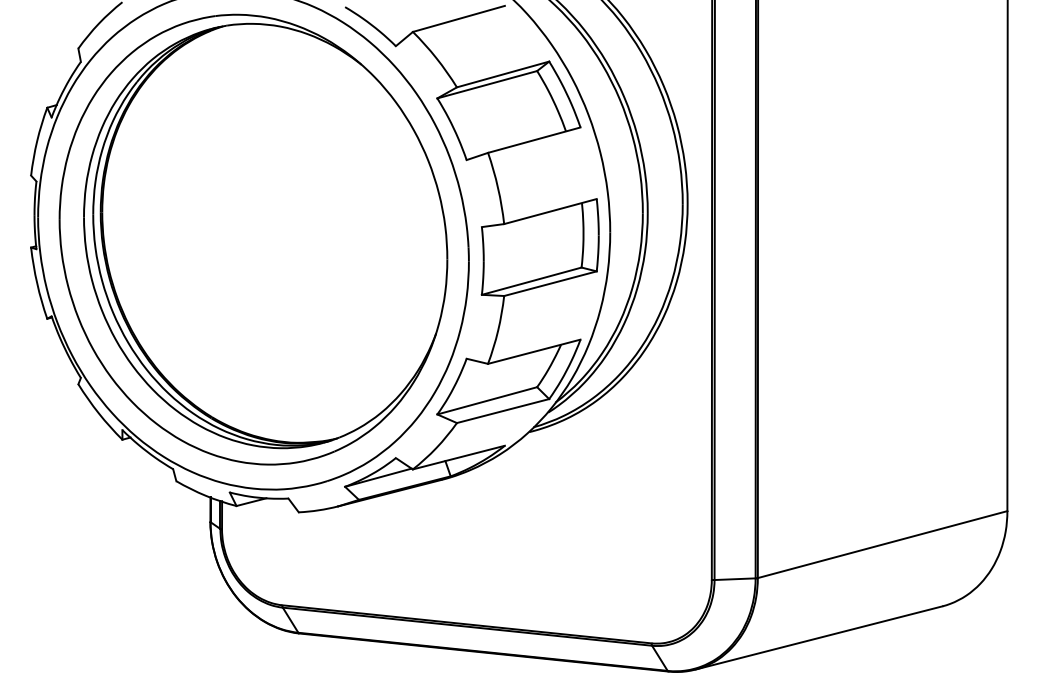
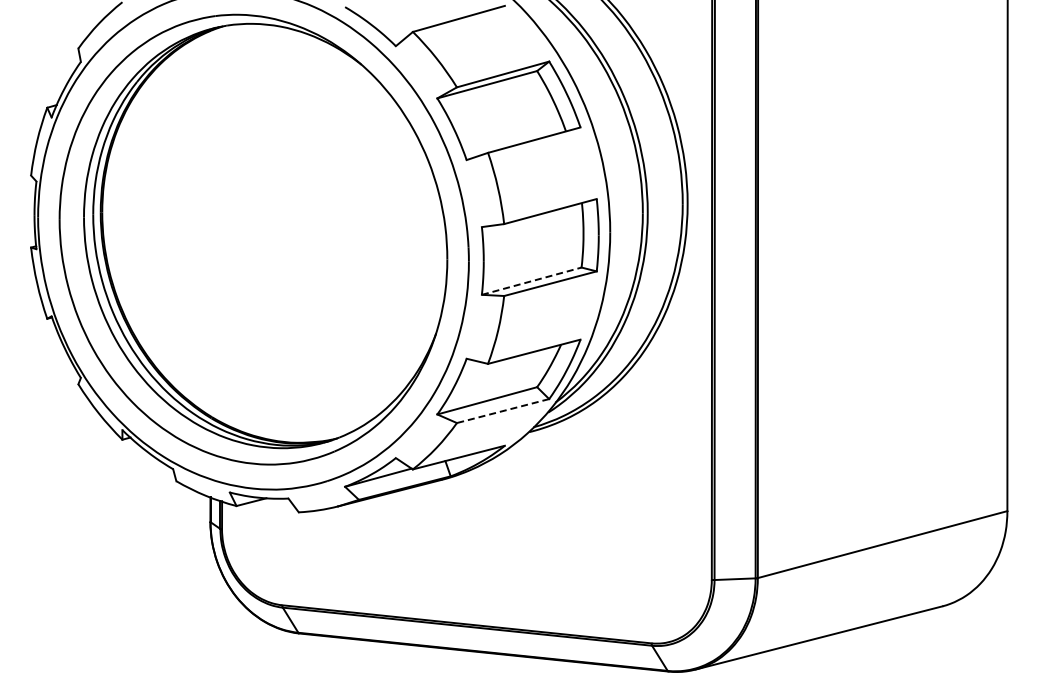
line at (531, 281): solid -> dashed
line at (503, 411): solid -> dashed
